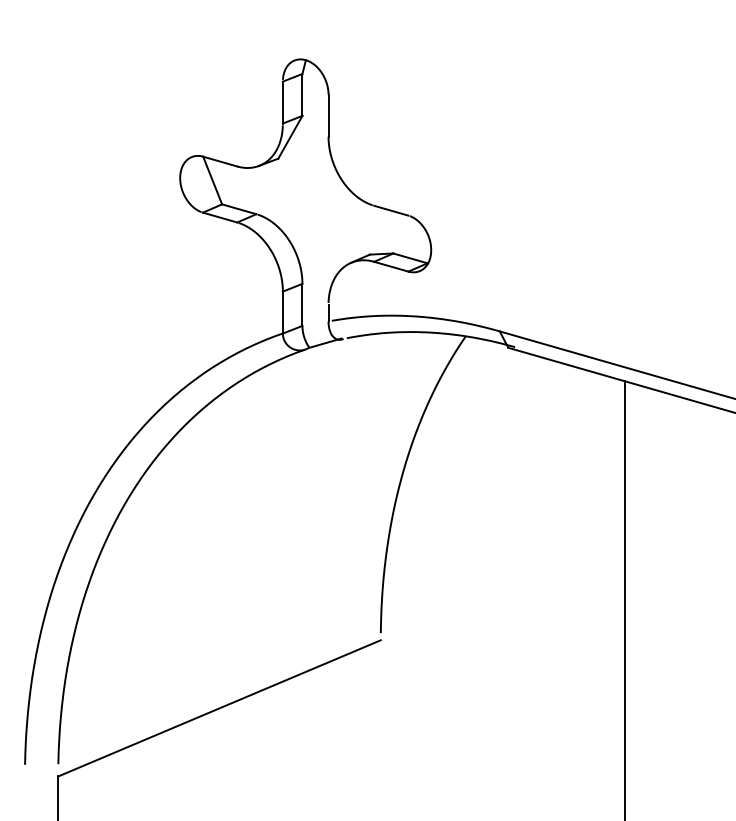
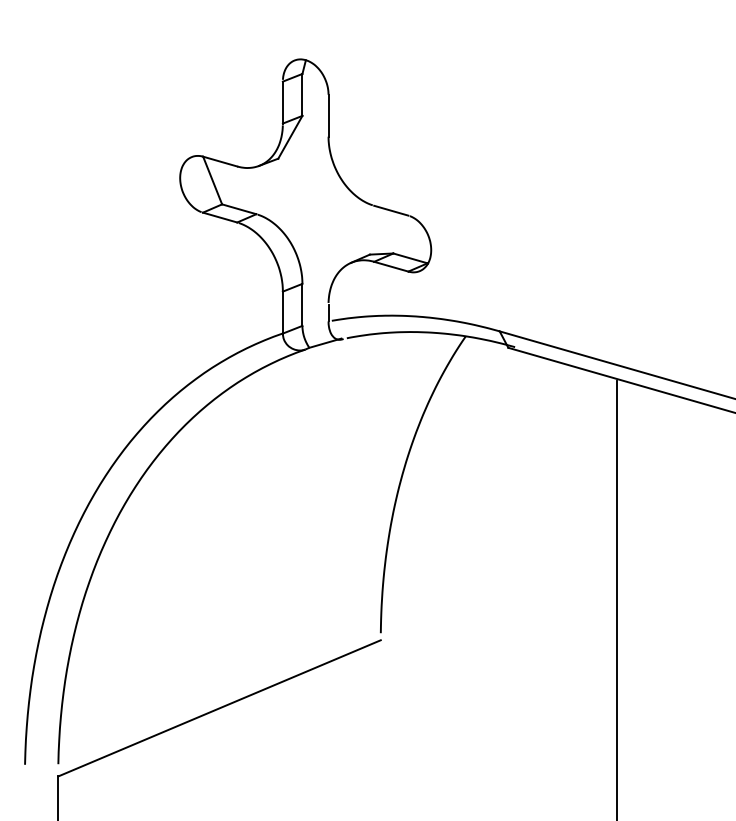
line at (624, 599) position: (624, 599) -> (616, 599)
